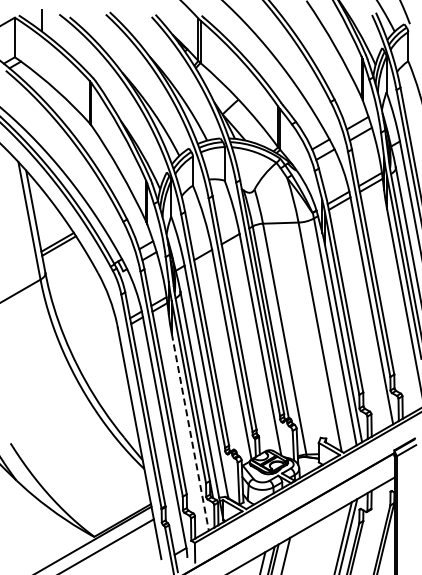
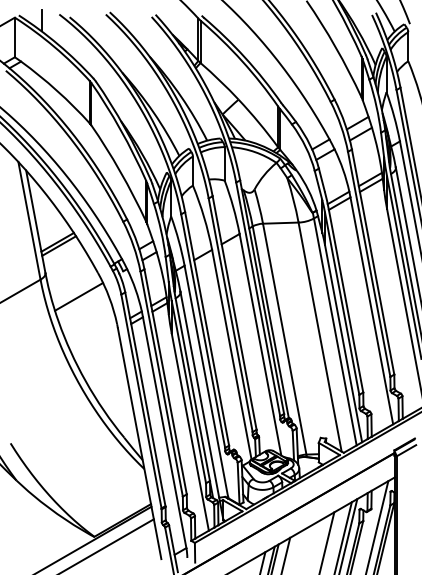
line at (79, 296): none -> present
line at (190, 432): dashed -> solid
line at (377, 526): none -> present
line at (327, 541): none -> present
